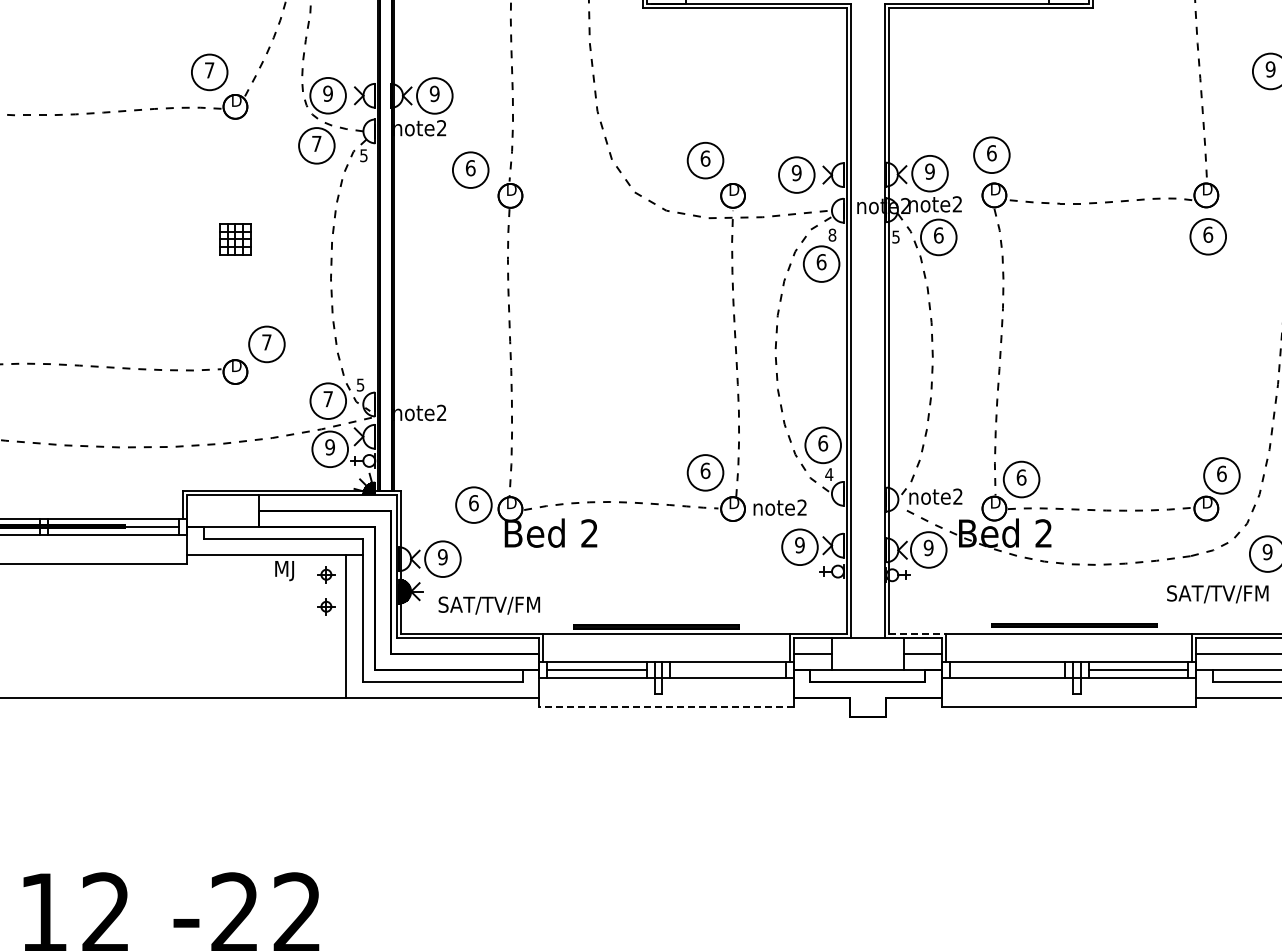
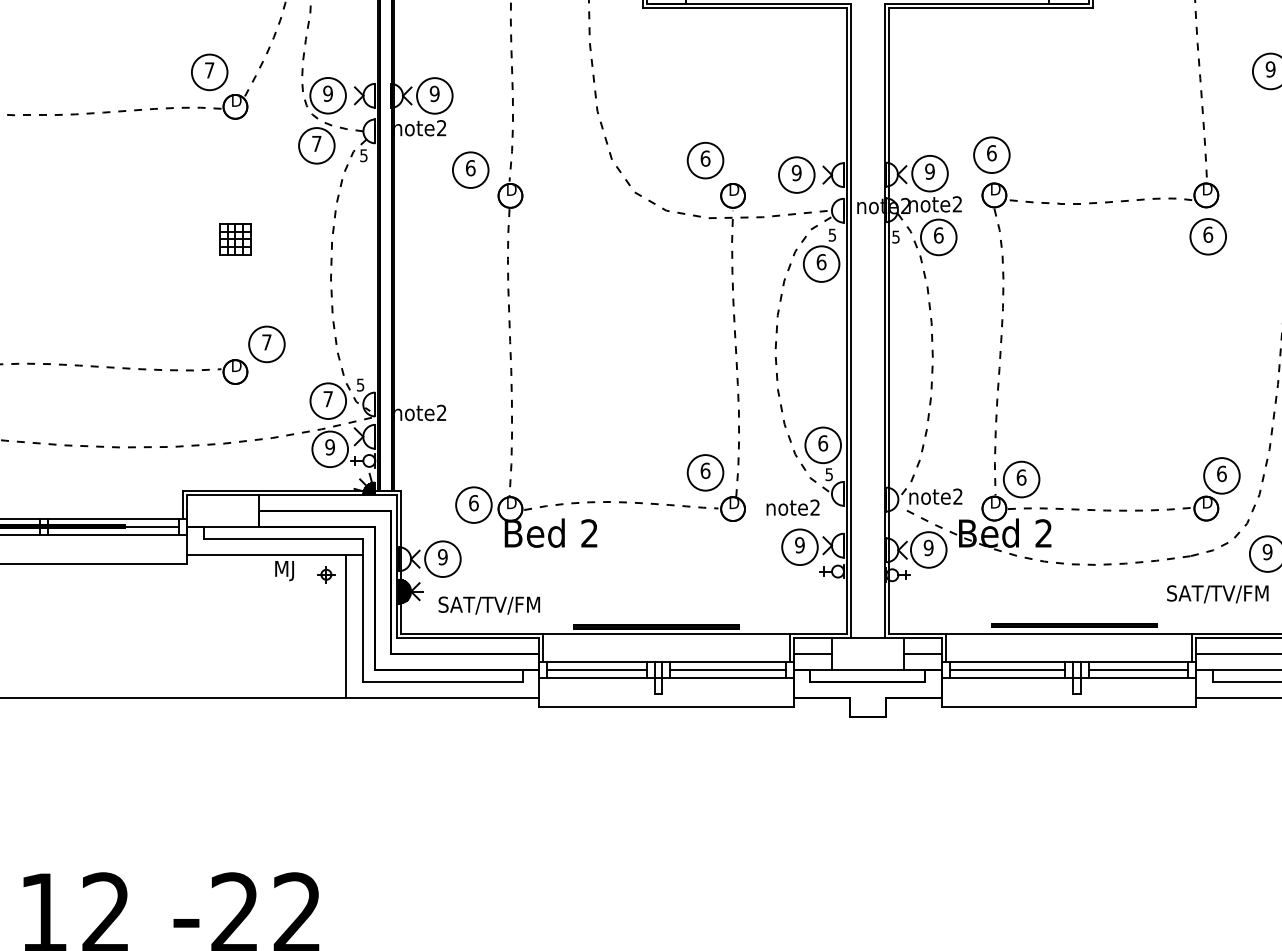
text at (832, 234): 8 -> 5
text at (829, 474): 4 -> 5
text at (779, 507) position: (779, 507) -> (792, 507)
part at (326, 606): present -> none
line at (917, 633): dashed -> solid
line at (727, 669): none -> present
line at (1006, 669): none -> present
line at (665, 706): dashed -> solid
